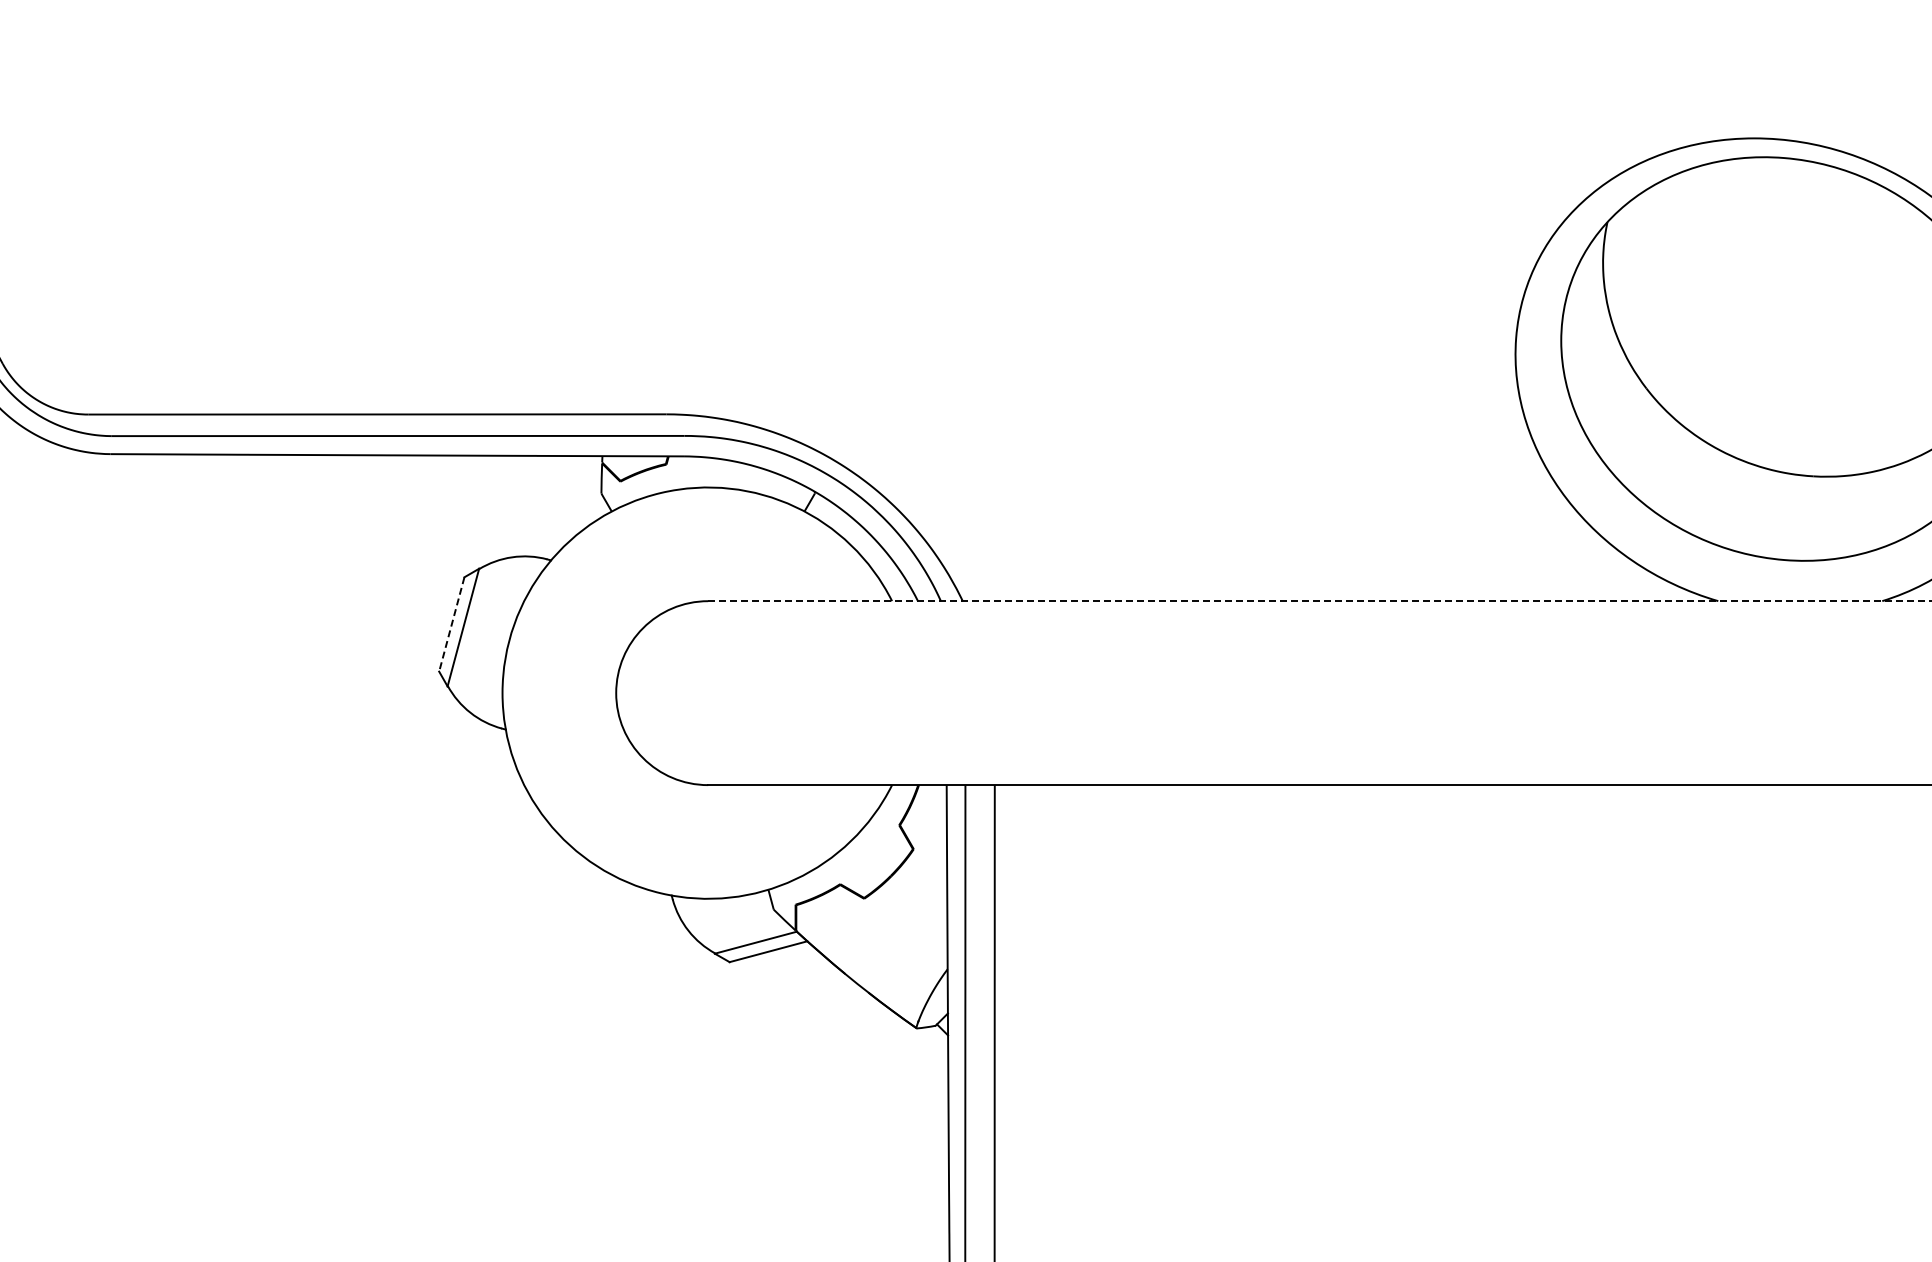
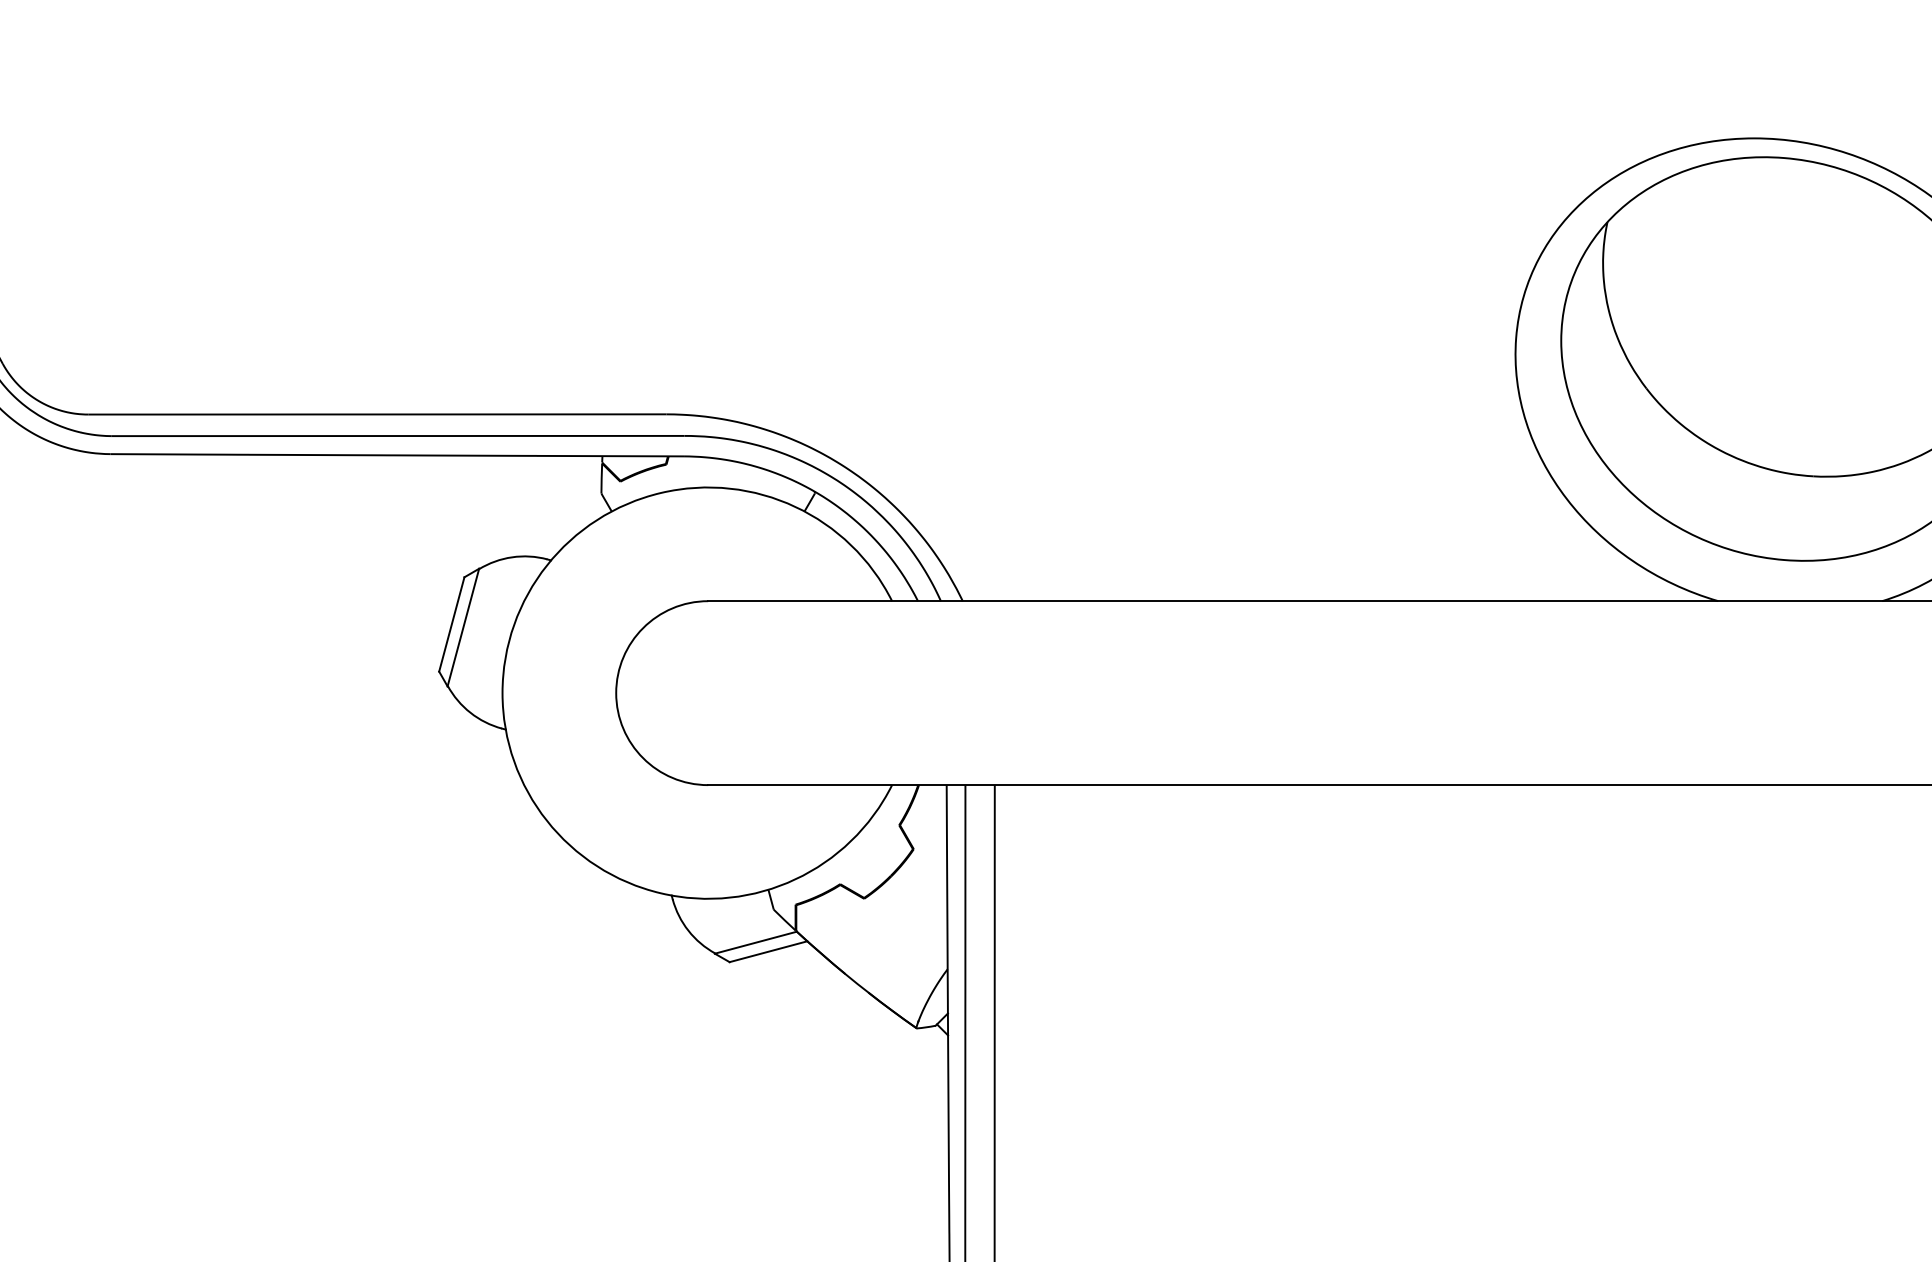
line at (1319, 601): dashed -> solid
line at (451, 624): dashed -> solid
